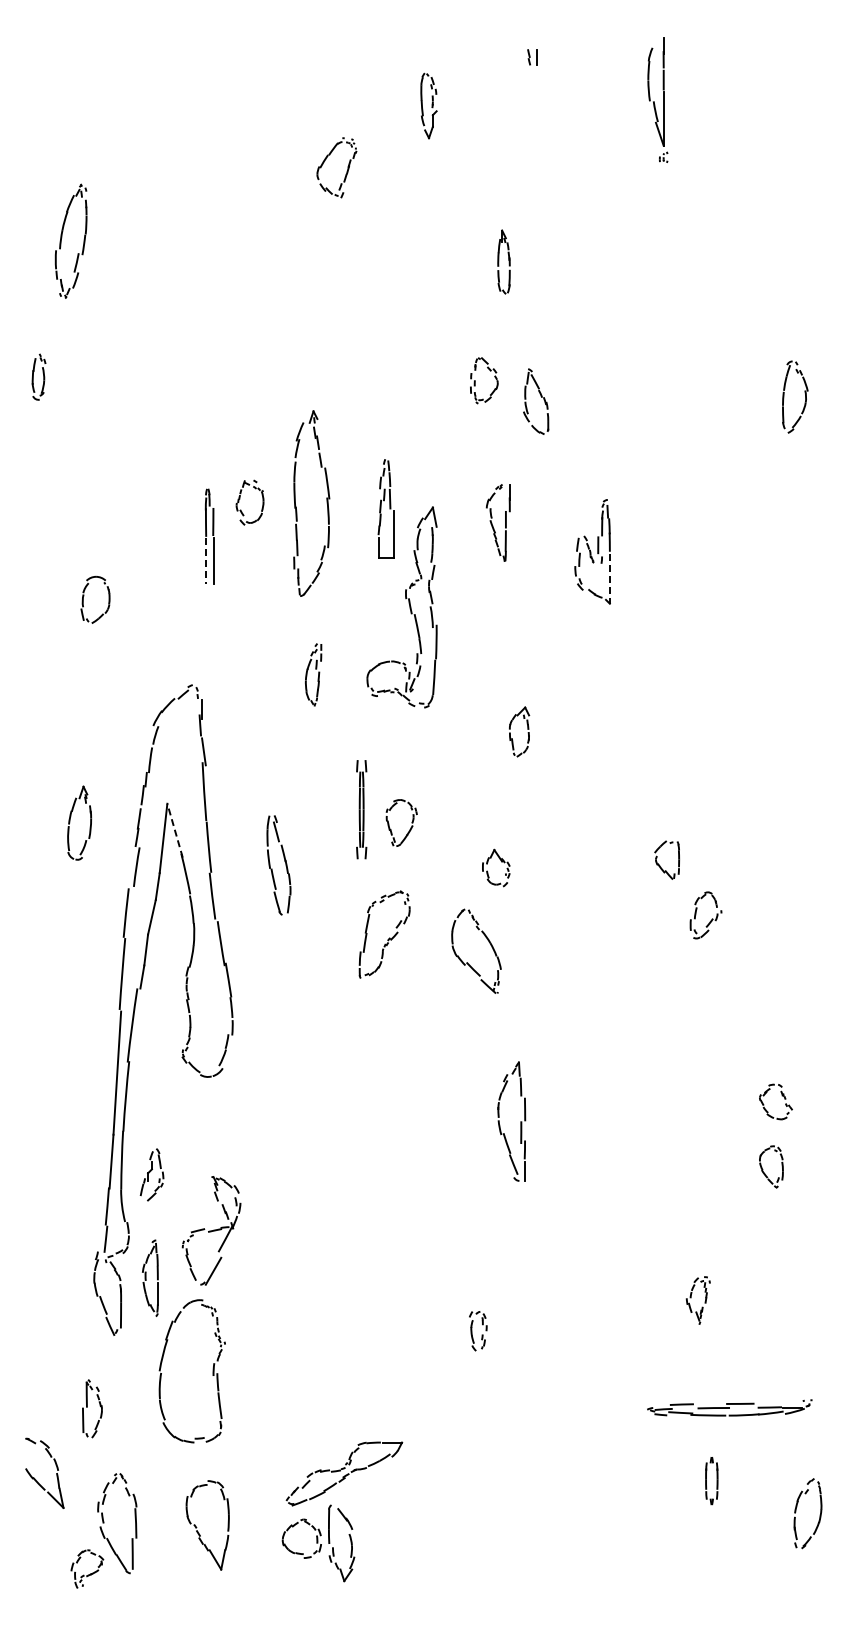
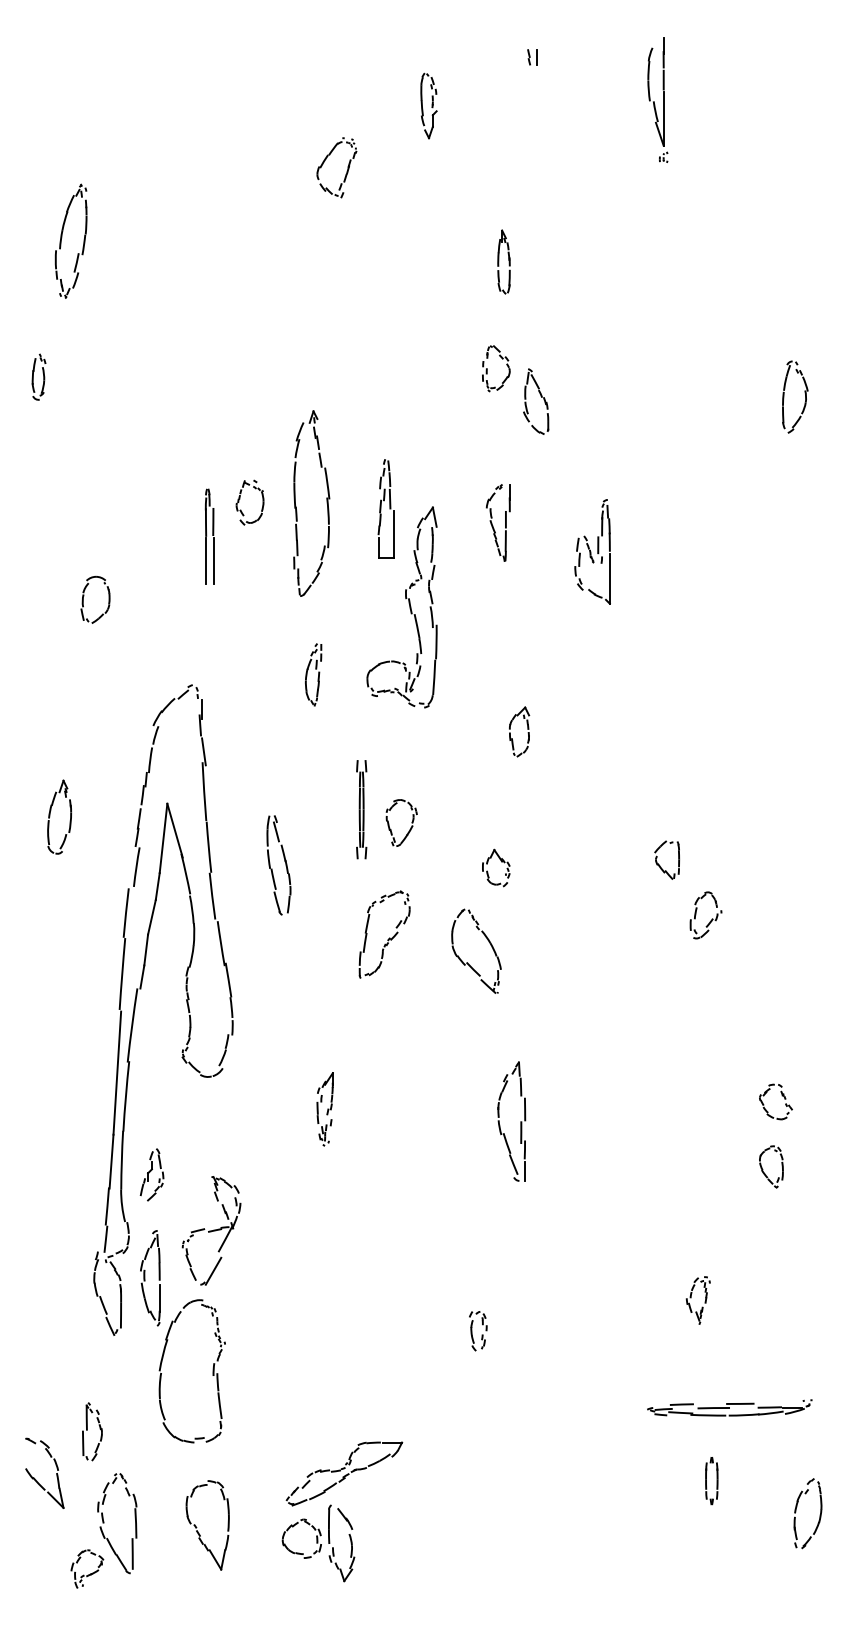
part at (475, 380) position: (475, 380) -> (487, 368)
line at (205, 561): dashed -> solid
line at (609, 578): dashed -> solid
part at (70, 822) position: (70, 822) -> (50, 816)
line at (174, 830): dashed -> solid
part at (324, 1109): none -> present
part at (150, 1277) size: 17x78 px -> 21x97 px
part at (92, 1408) position: (92, 1408) -> (92, 1431)
